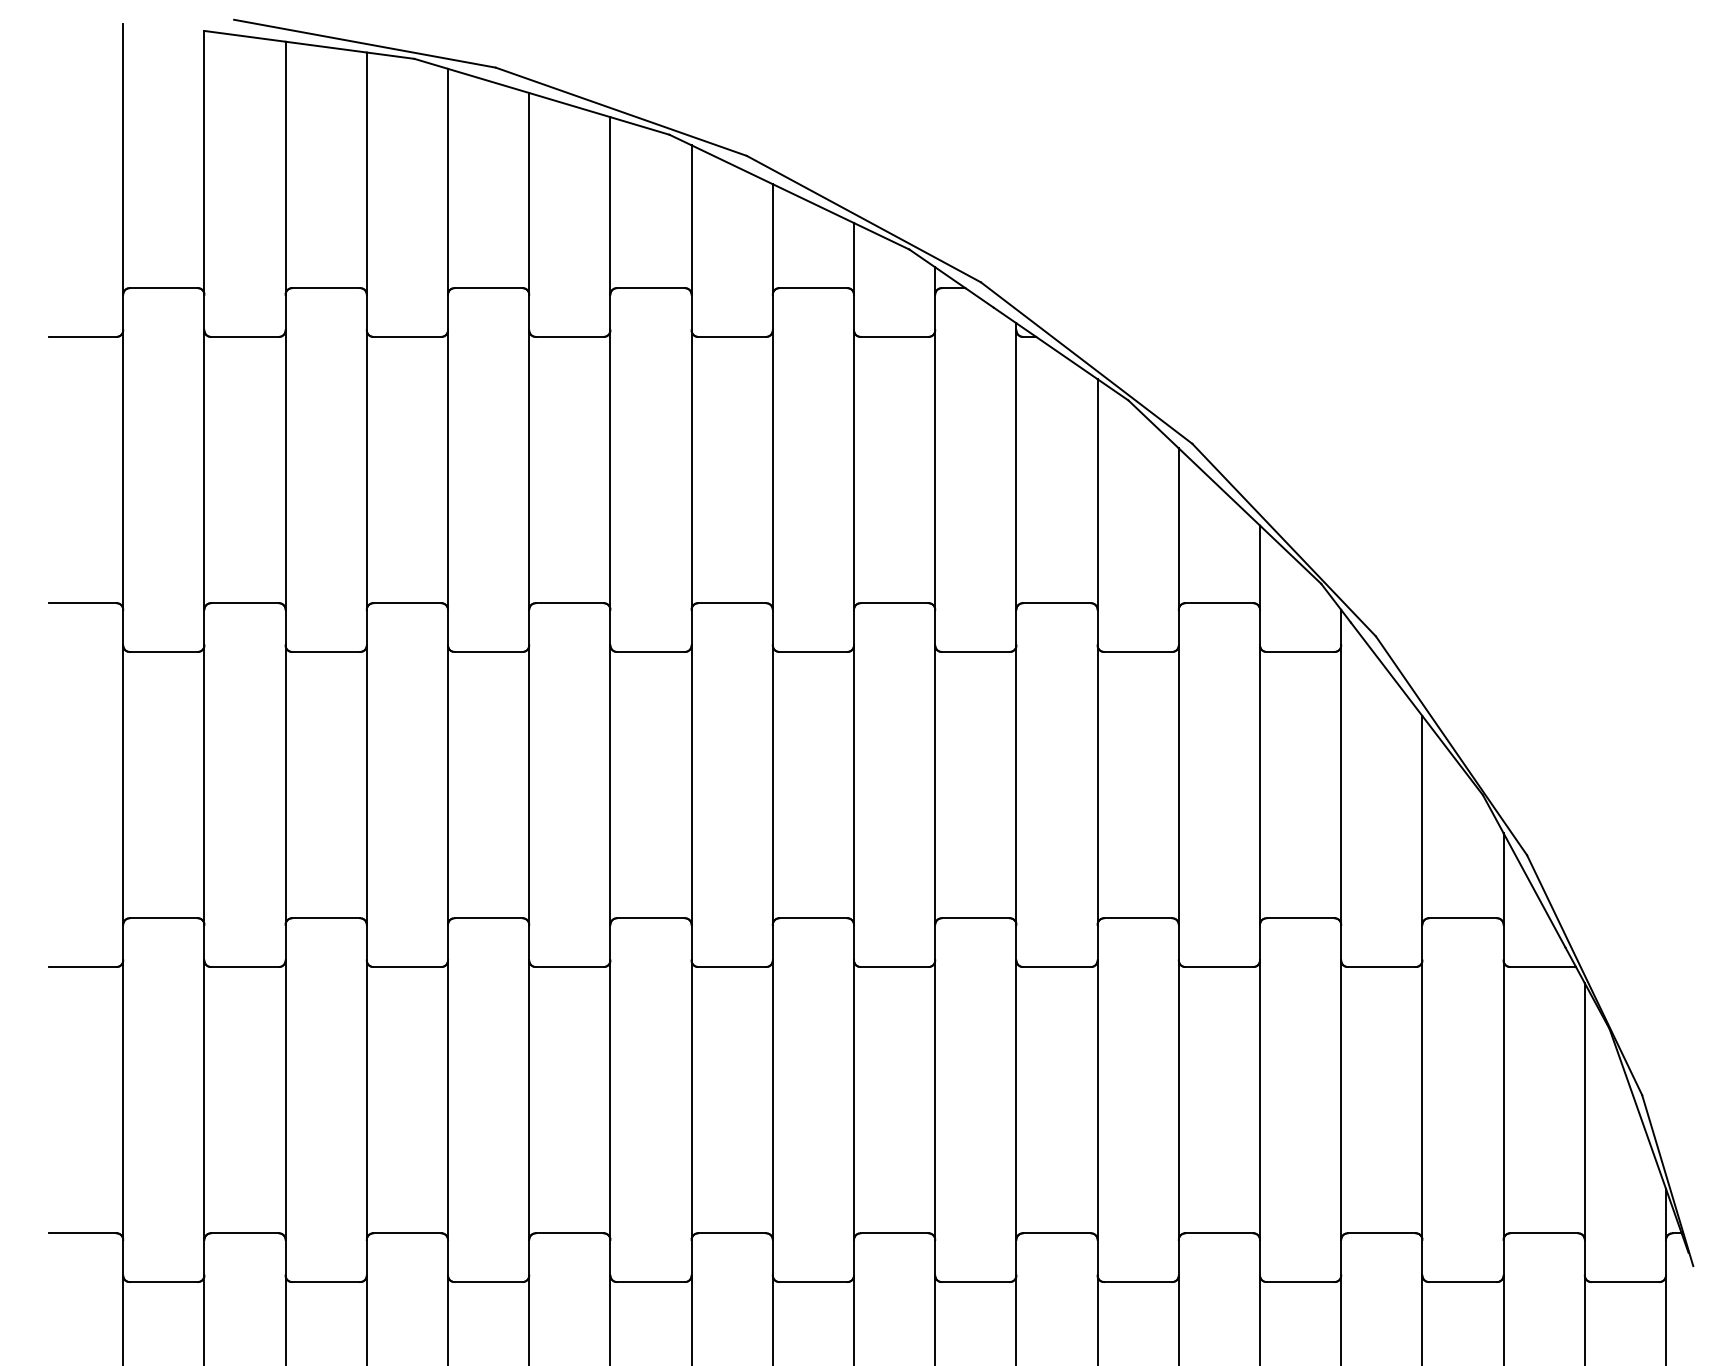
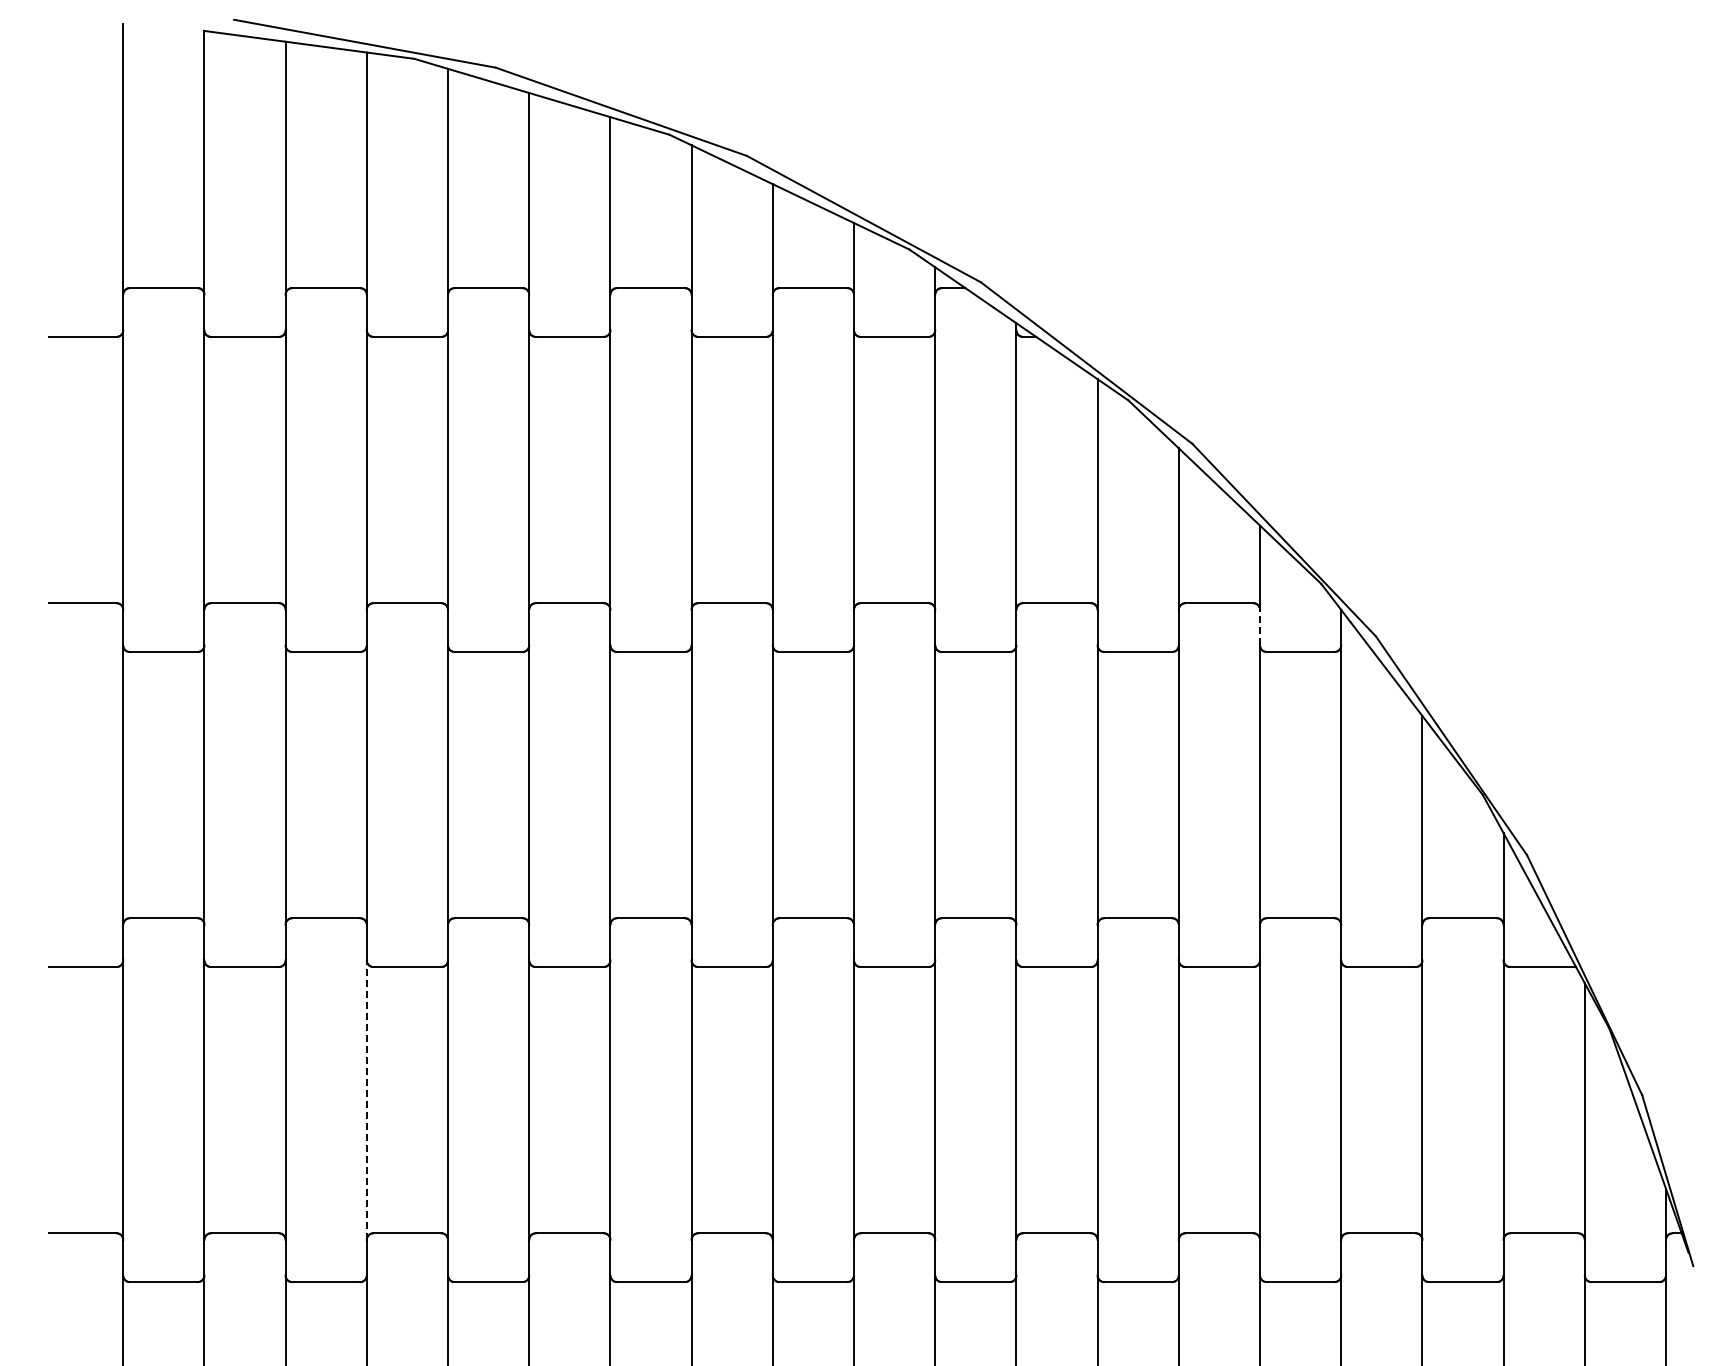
line at (1260, 627): solid -> dashed
line at (366, 1100): solid -> dashed
